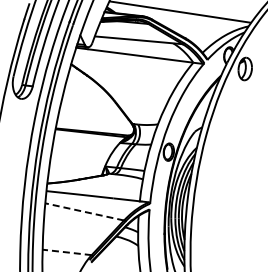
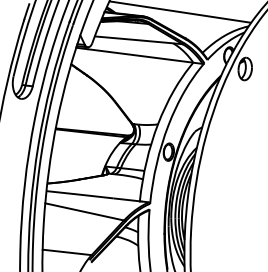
line at (84, 211): dashed -> solid
line at (67, 252): dashed -> solid
